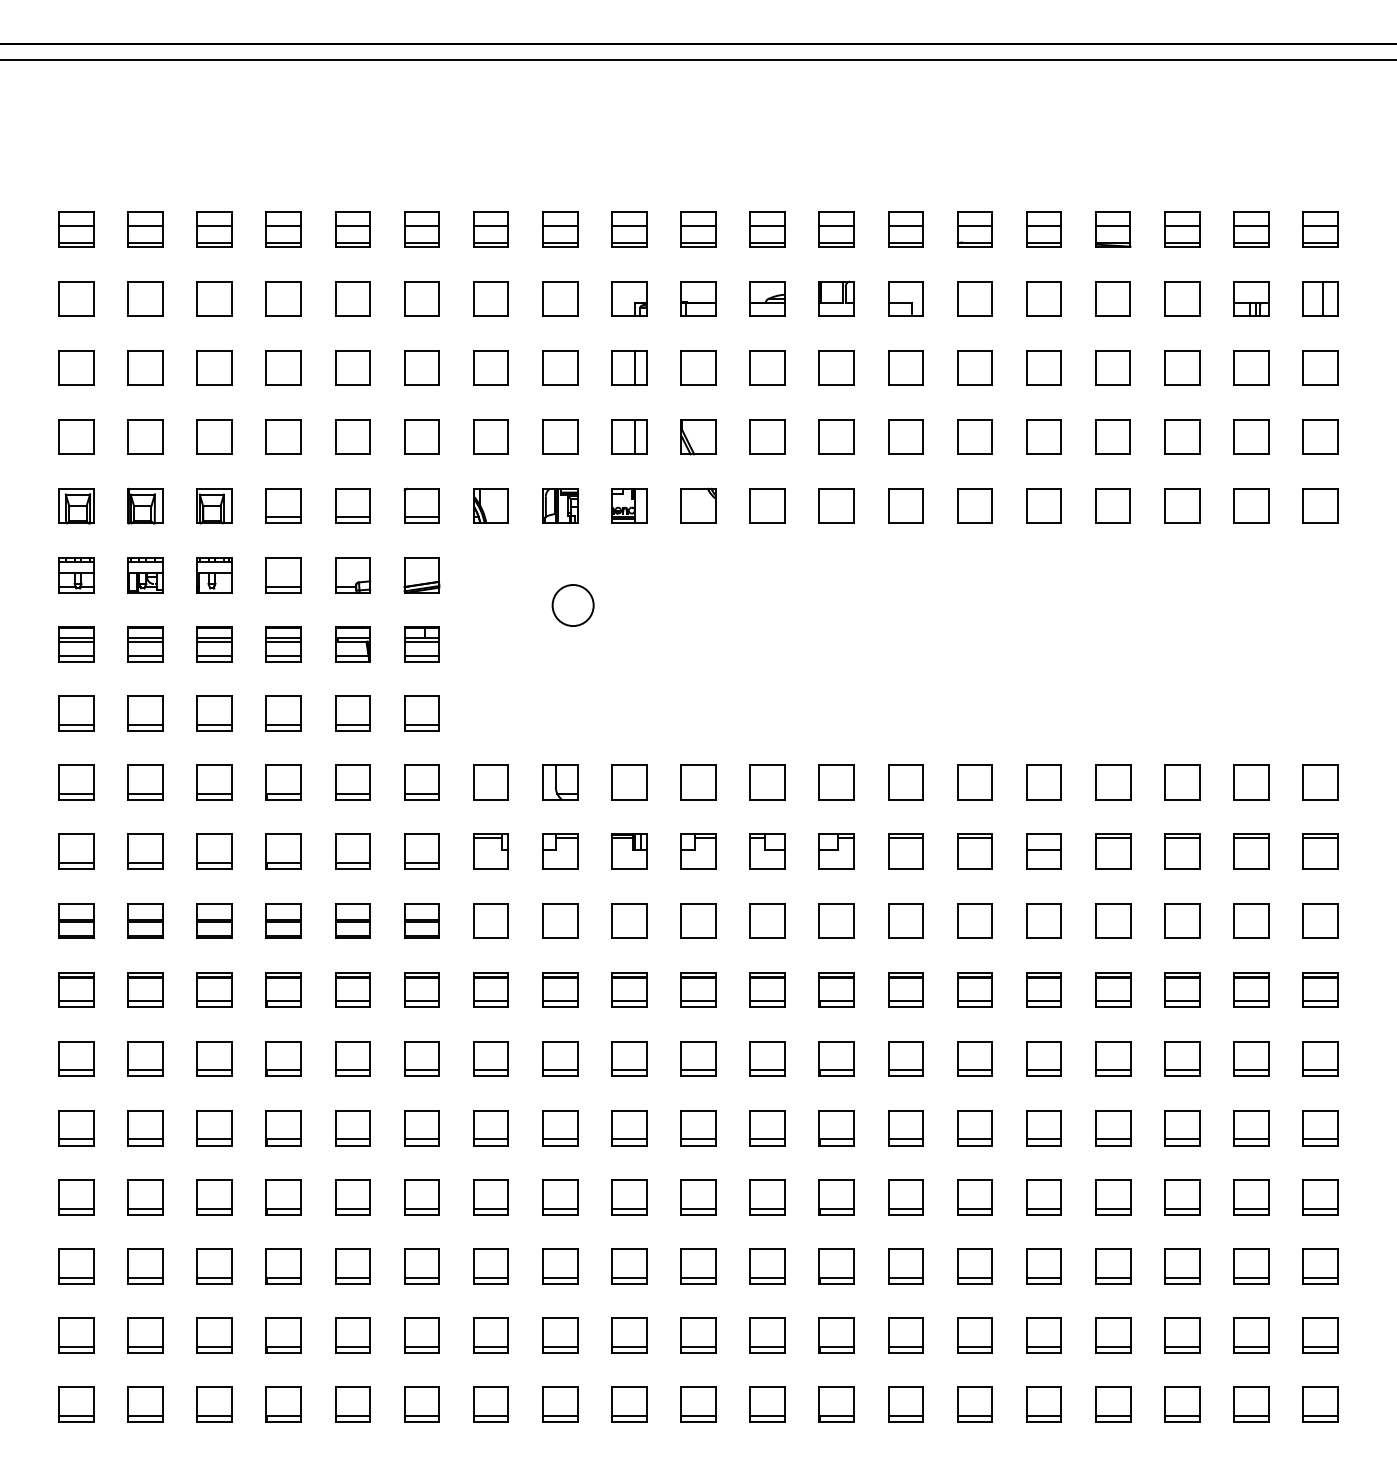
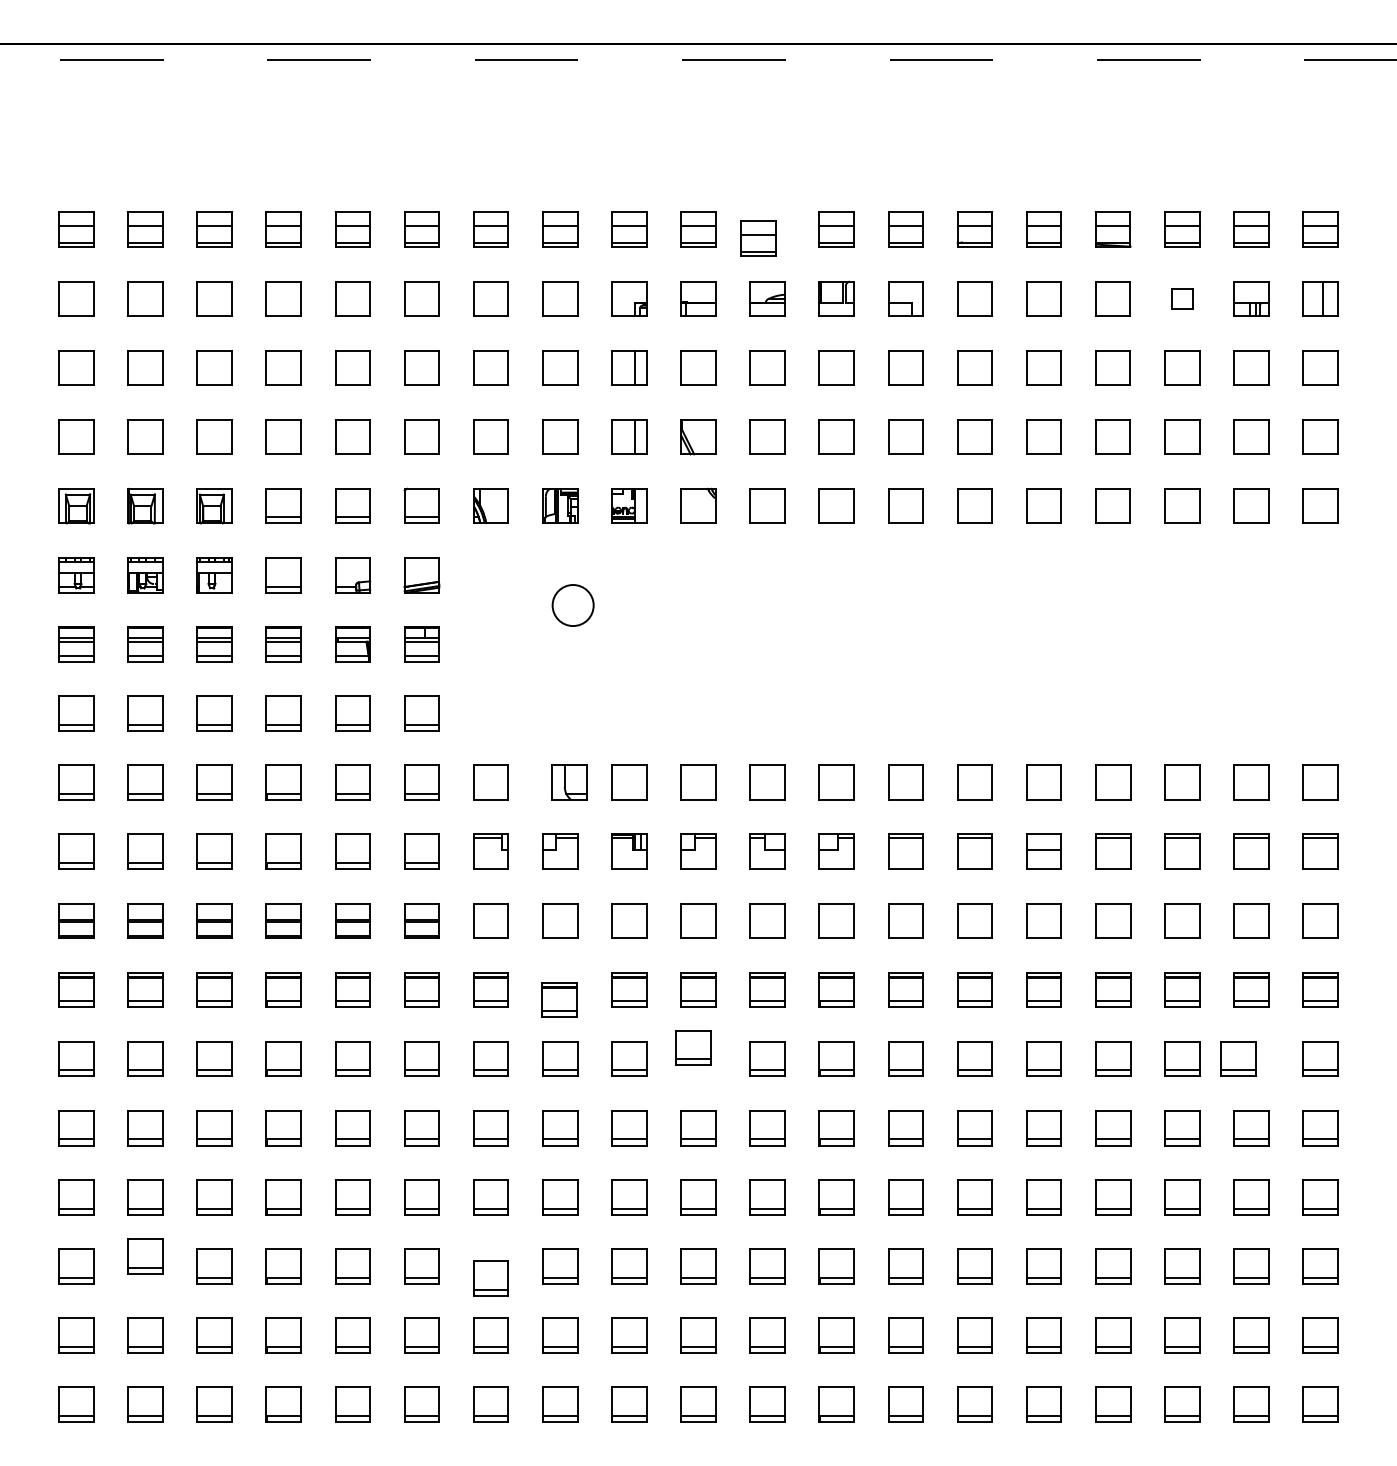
line at (698, 60): solid -> dashed
part at (767, 229) position: (767, 229) -> (758, 238)
part at (1182, 298) size: 37x36 px -> 23x22 px
part at (560, 782) position: (560, 782) -> (569, 782)
part at (560, 989) position: (560, 989) -> (559, 999)
part at (698, 1058) position: (698, 1058) -> (693, 1047)
part at (1251, 1058) position: (1251, 1058) -> (1238, 1058)
part at (145, 1266) position: (145, 1266) -> (145, 1256)
part at (490, 1266) position: (490, 1266) -> (490, 1278)
